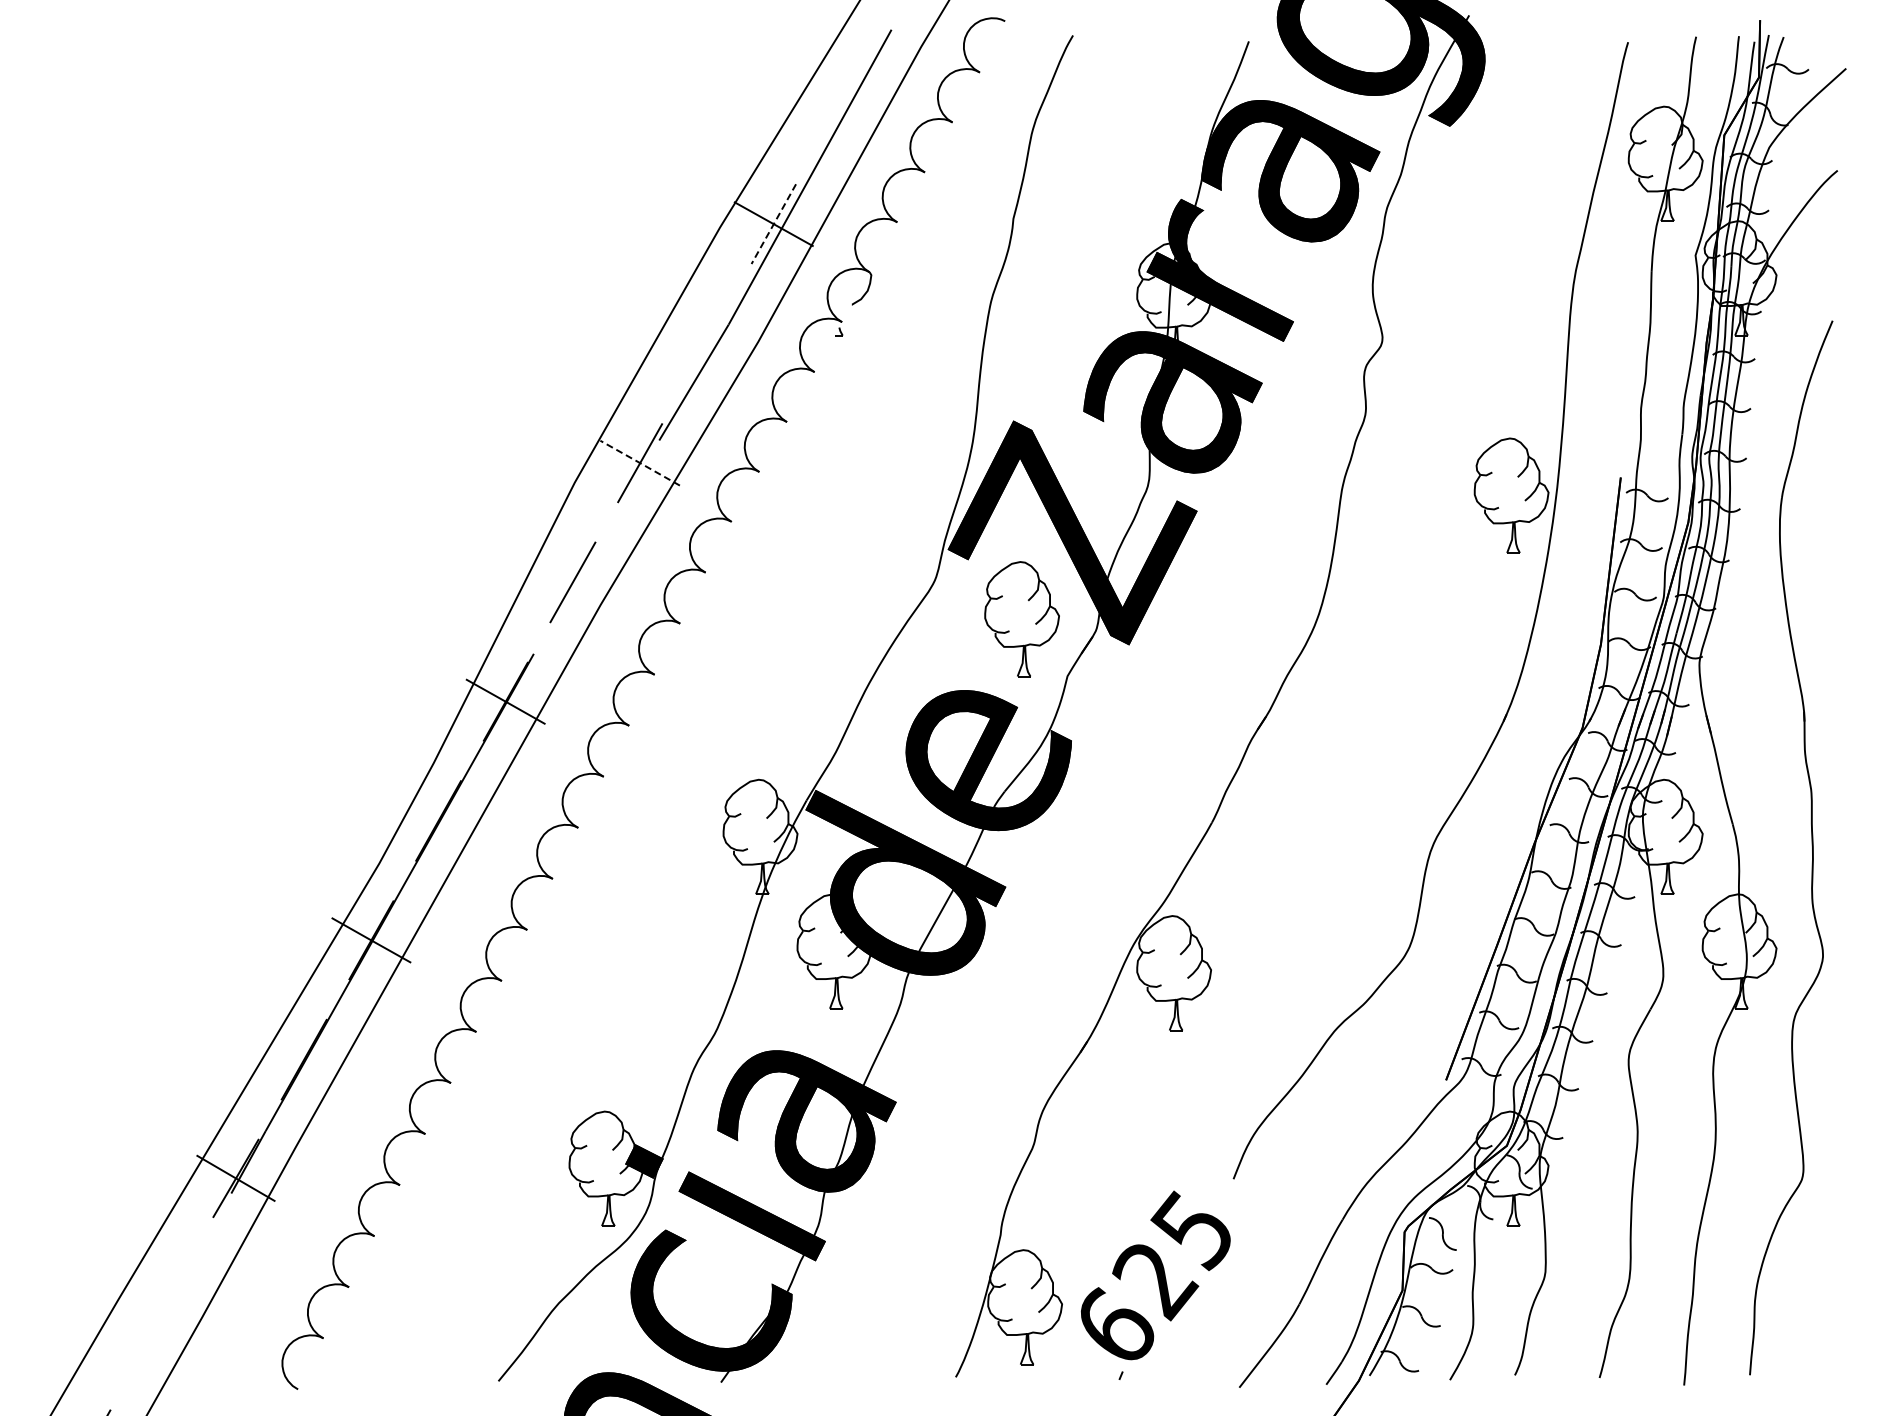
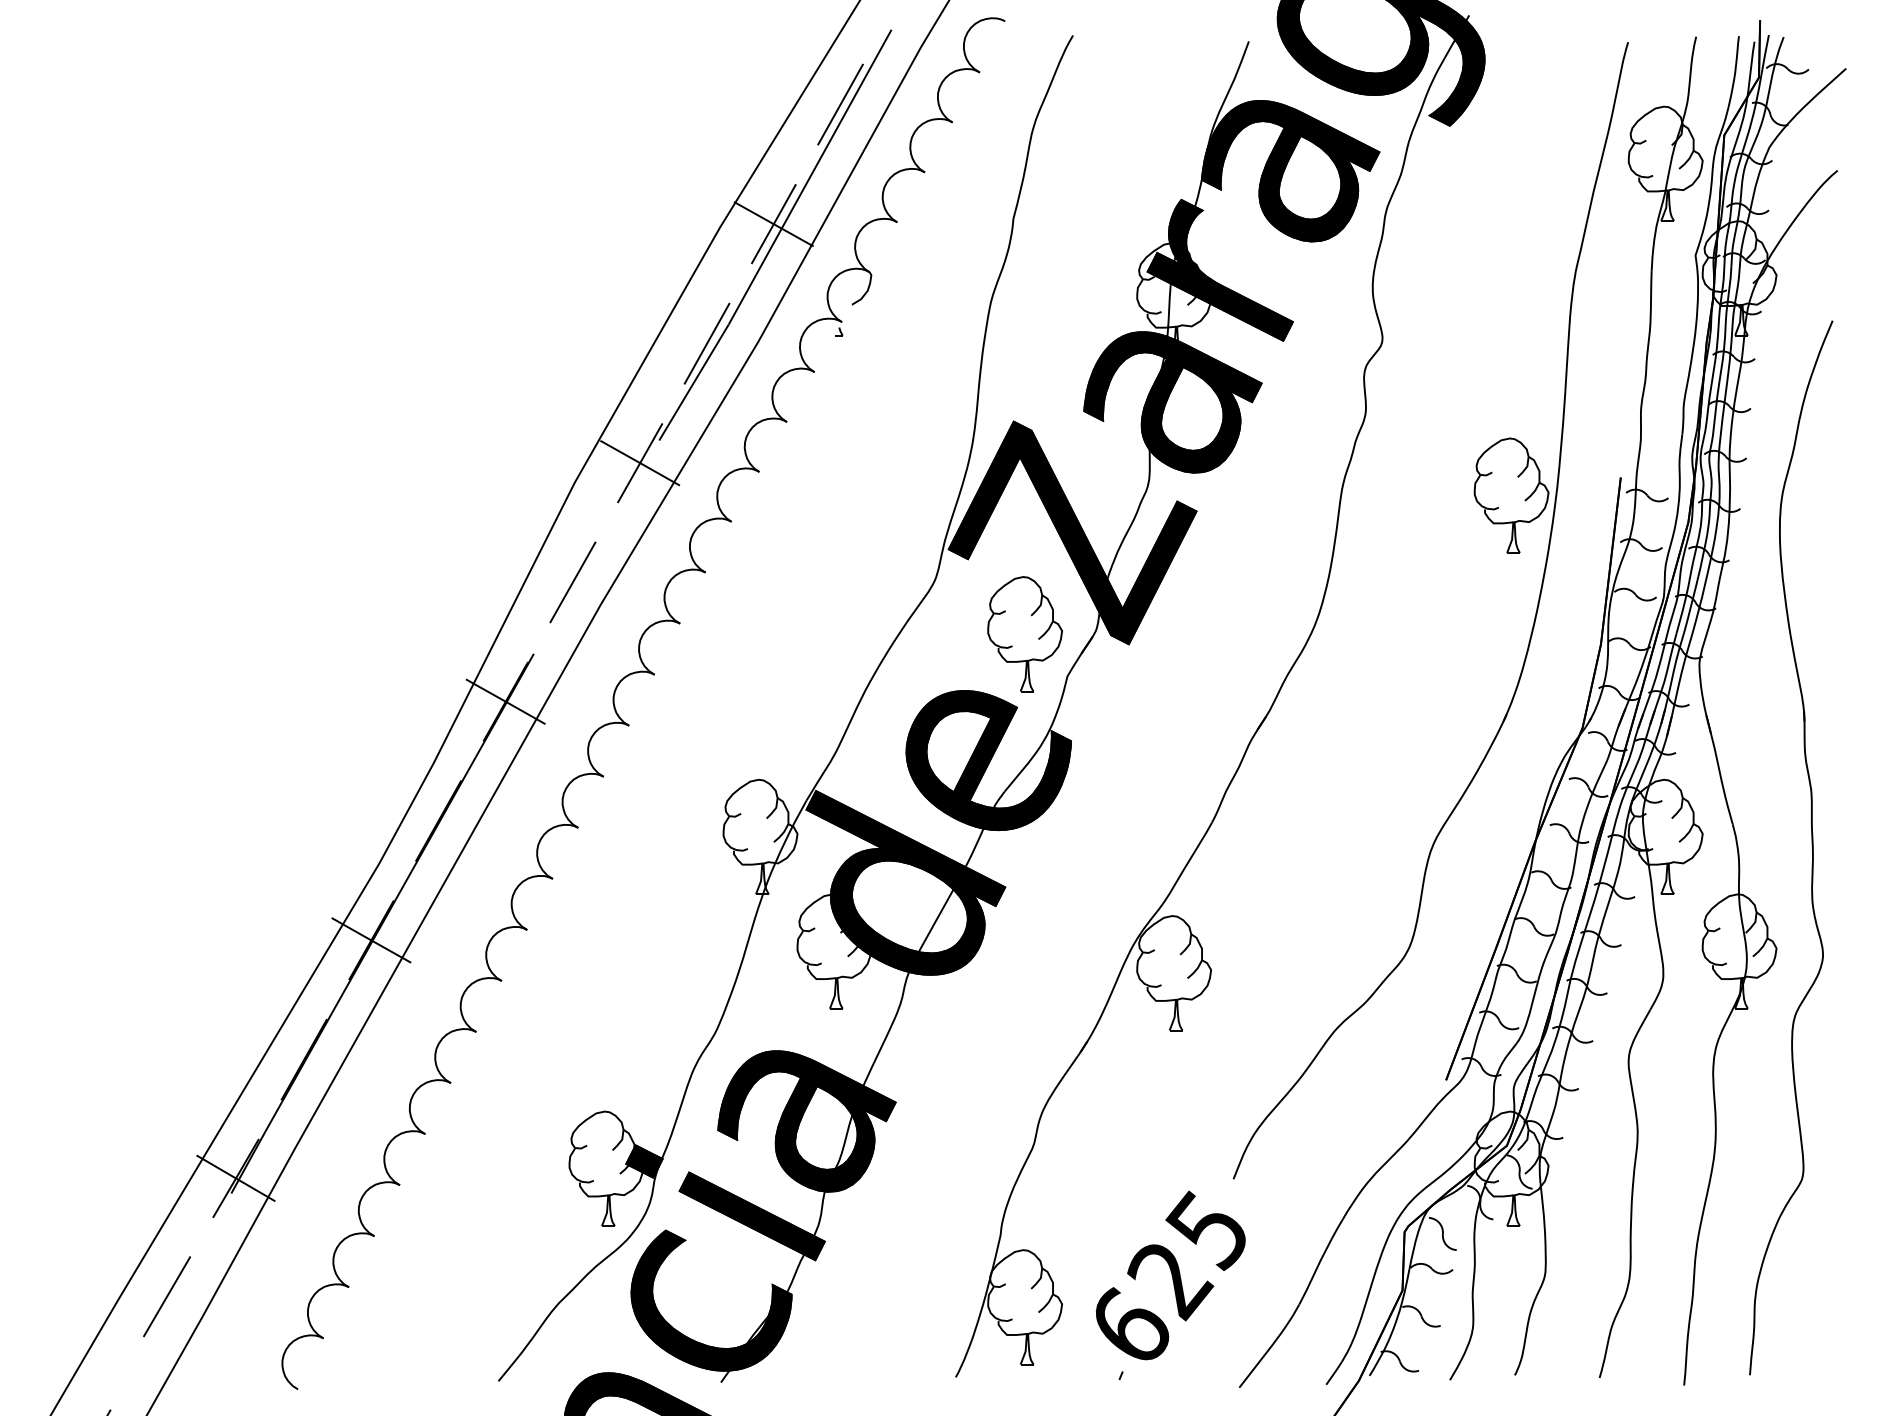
line at (840, 104): none -> present
line at (773, 224): dashed -> solid
line at (706, 343): none -> present
line at (640, 463): dashed -> solid
part at (1021, 619) position: (1021, 619) -> (1024, 634)
text at (1155, 1275) position: (1155, 1275) -> (1170, 1275)
line at (166, 1296): none -> present
